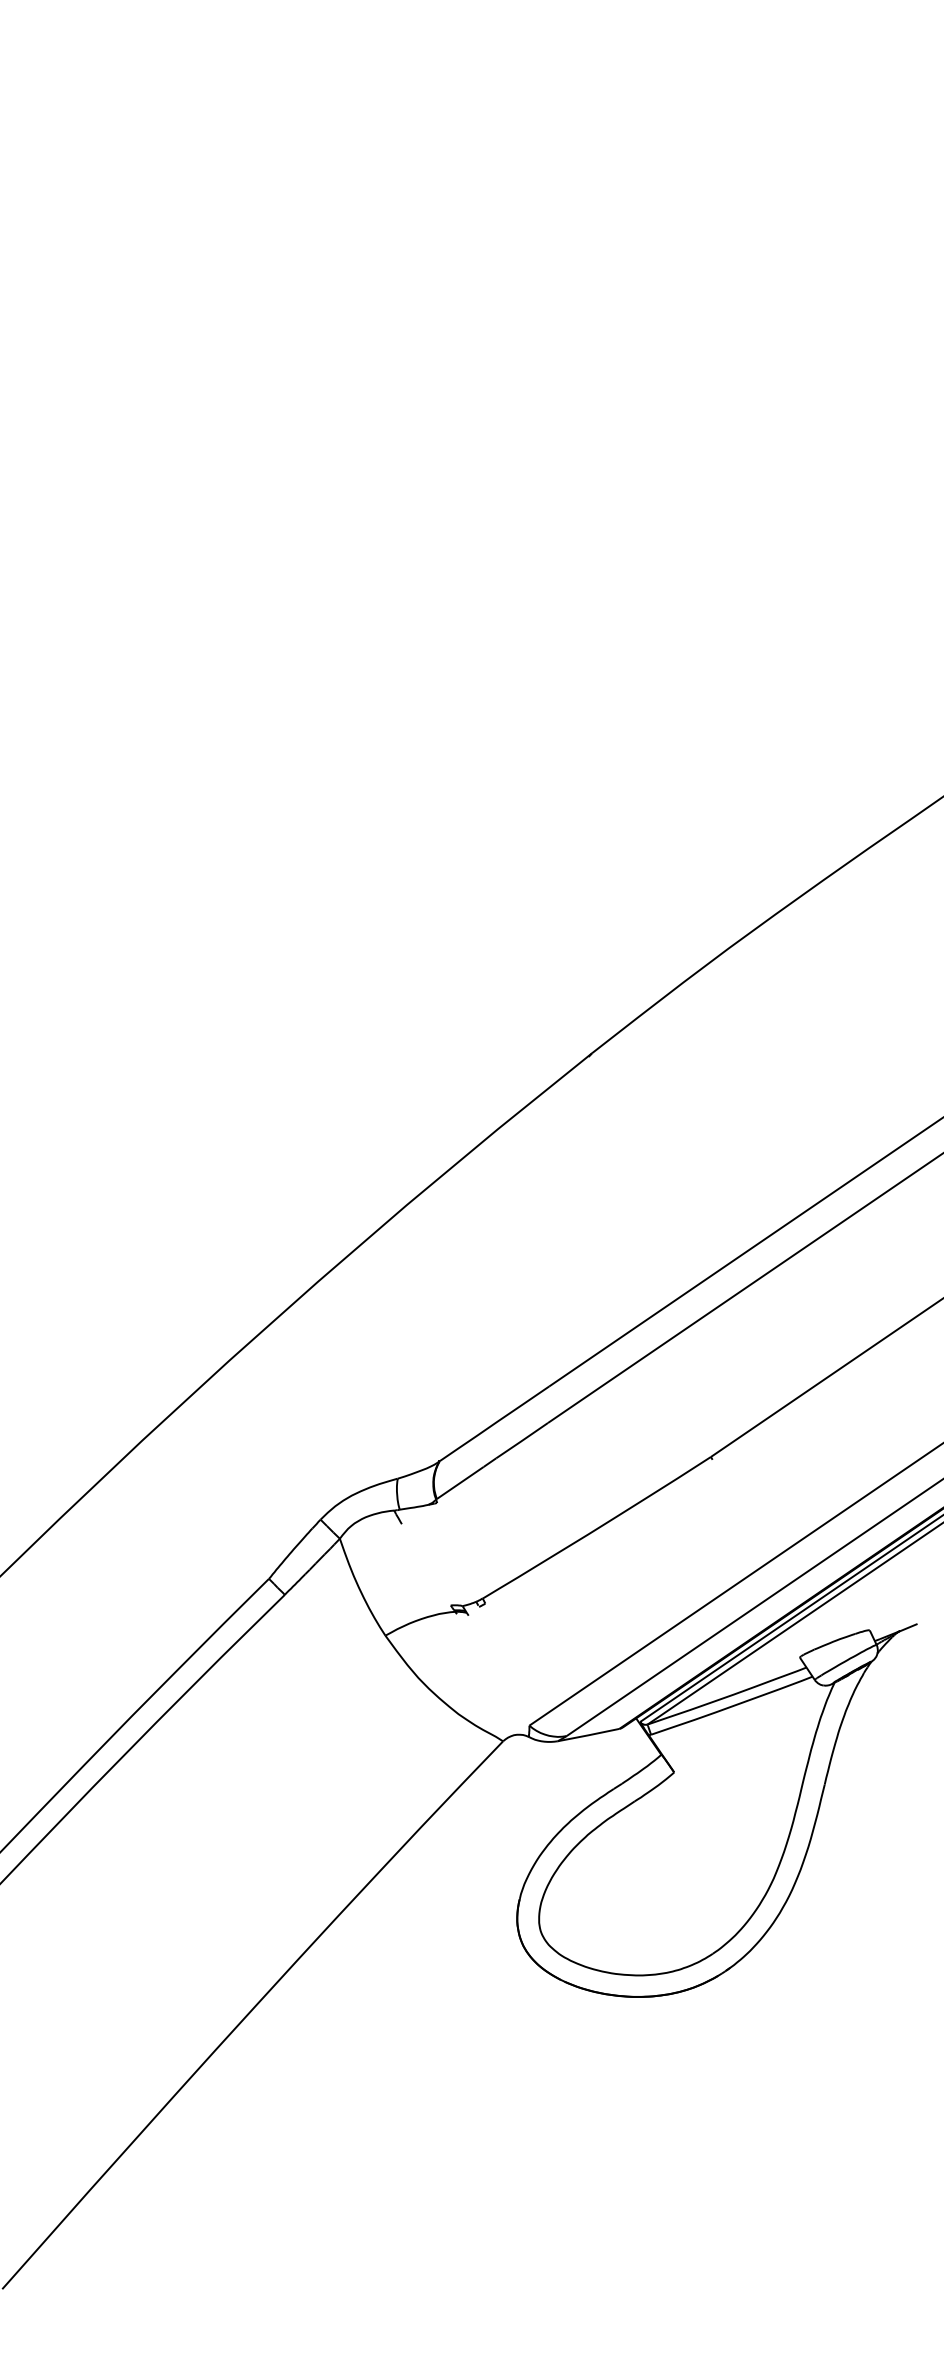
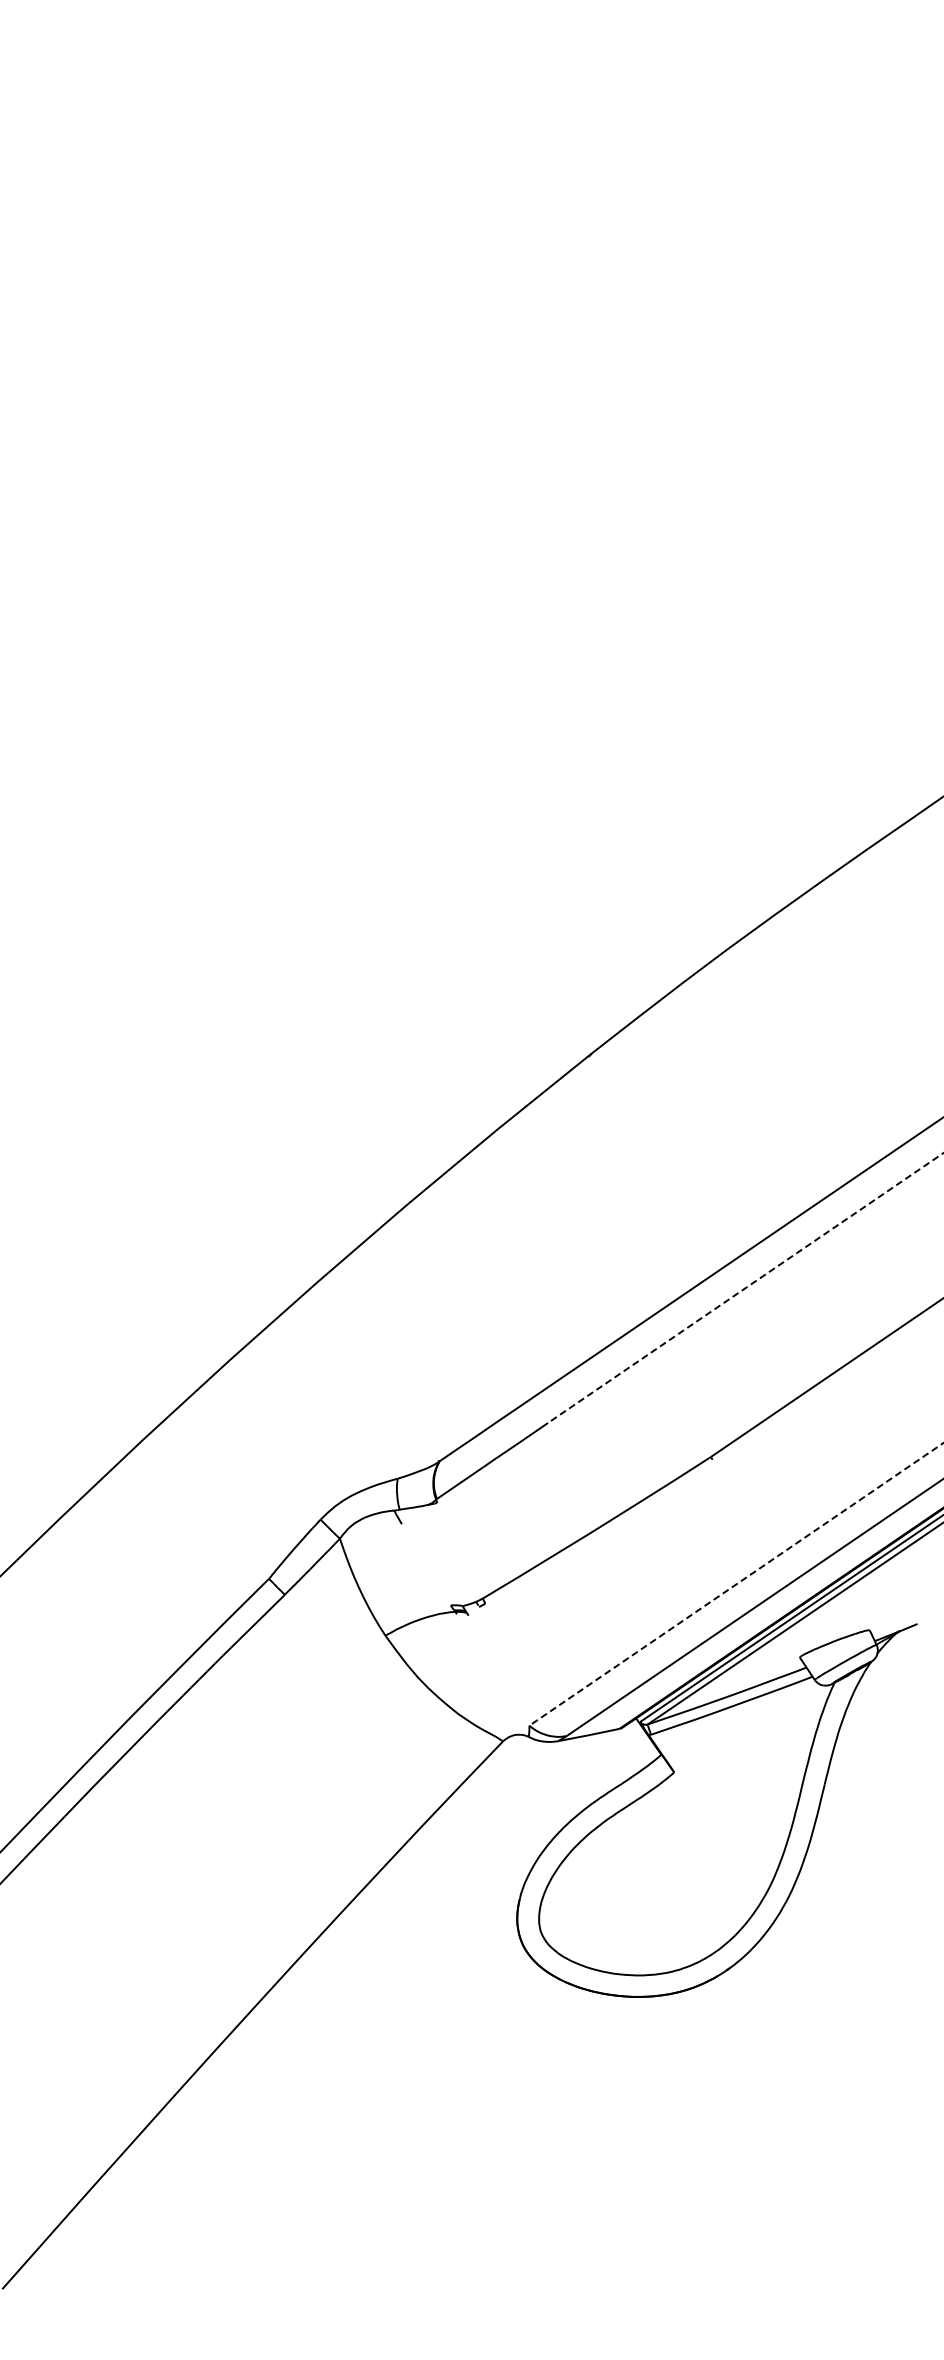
line at (745, 1288): solid -> dashed
line at (736, 1584): solid -> dashed
